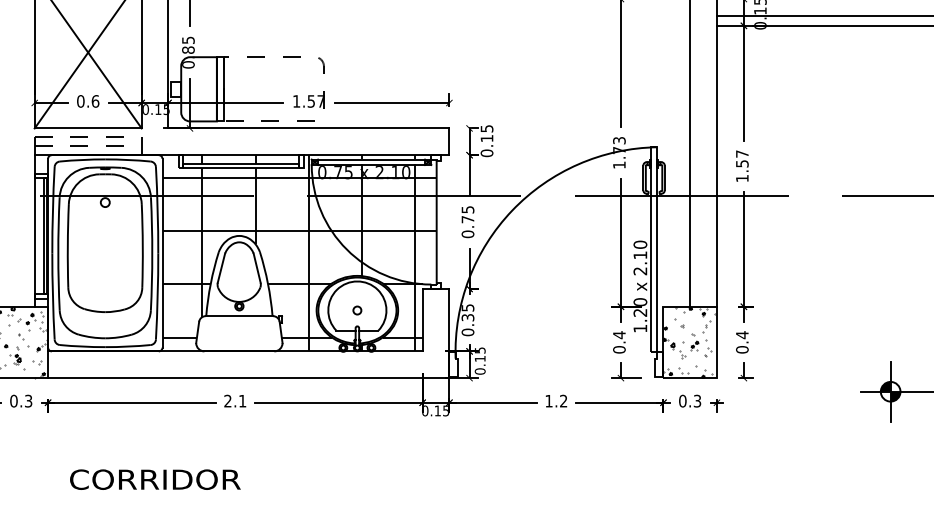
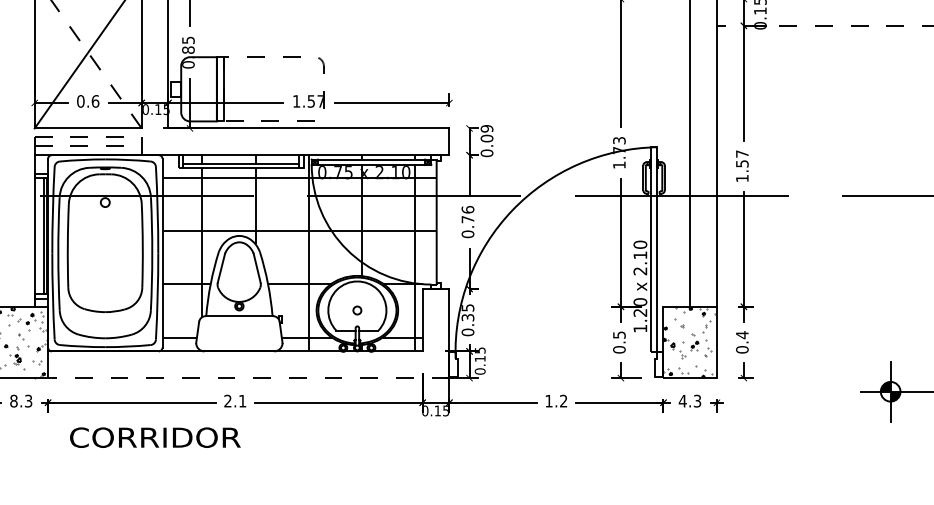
line at (823, 16): present -> none
line at (824, 25): solid -> dashed
line at (96, 64): solid -> dashed
text at (486, 133): 0.15 -> 0.09
text at (467, 209): 0.75 -> 0.76
text at (619, 335): 0.4 -> 0.5
line at (248, 378): solid -> dashed
text at (682, 400): 0.3 -> 4.3
text at (13, 401): 0.3 -> 8.3
text at (155, 479) position: (155, 479) -> (155, 437)
